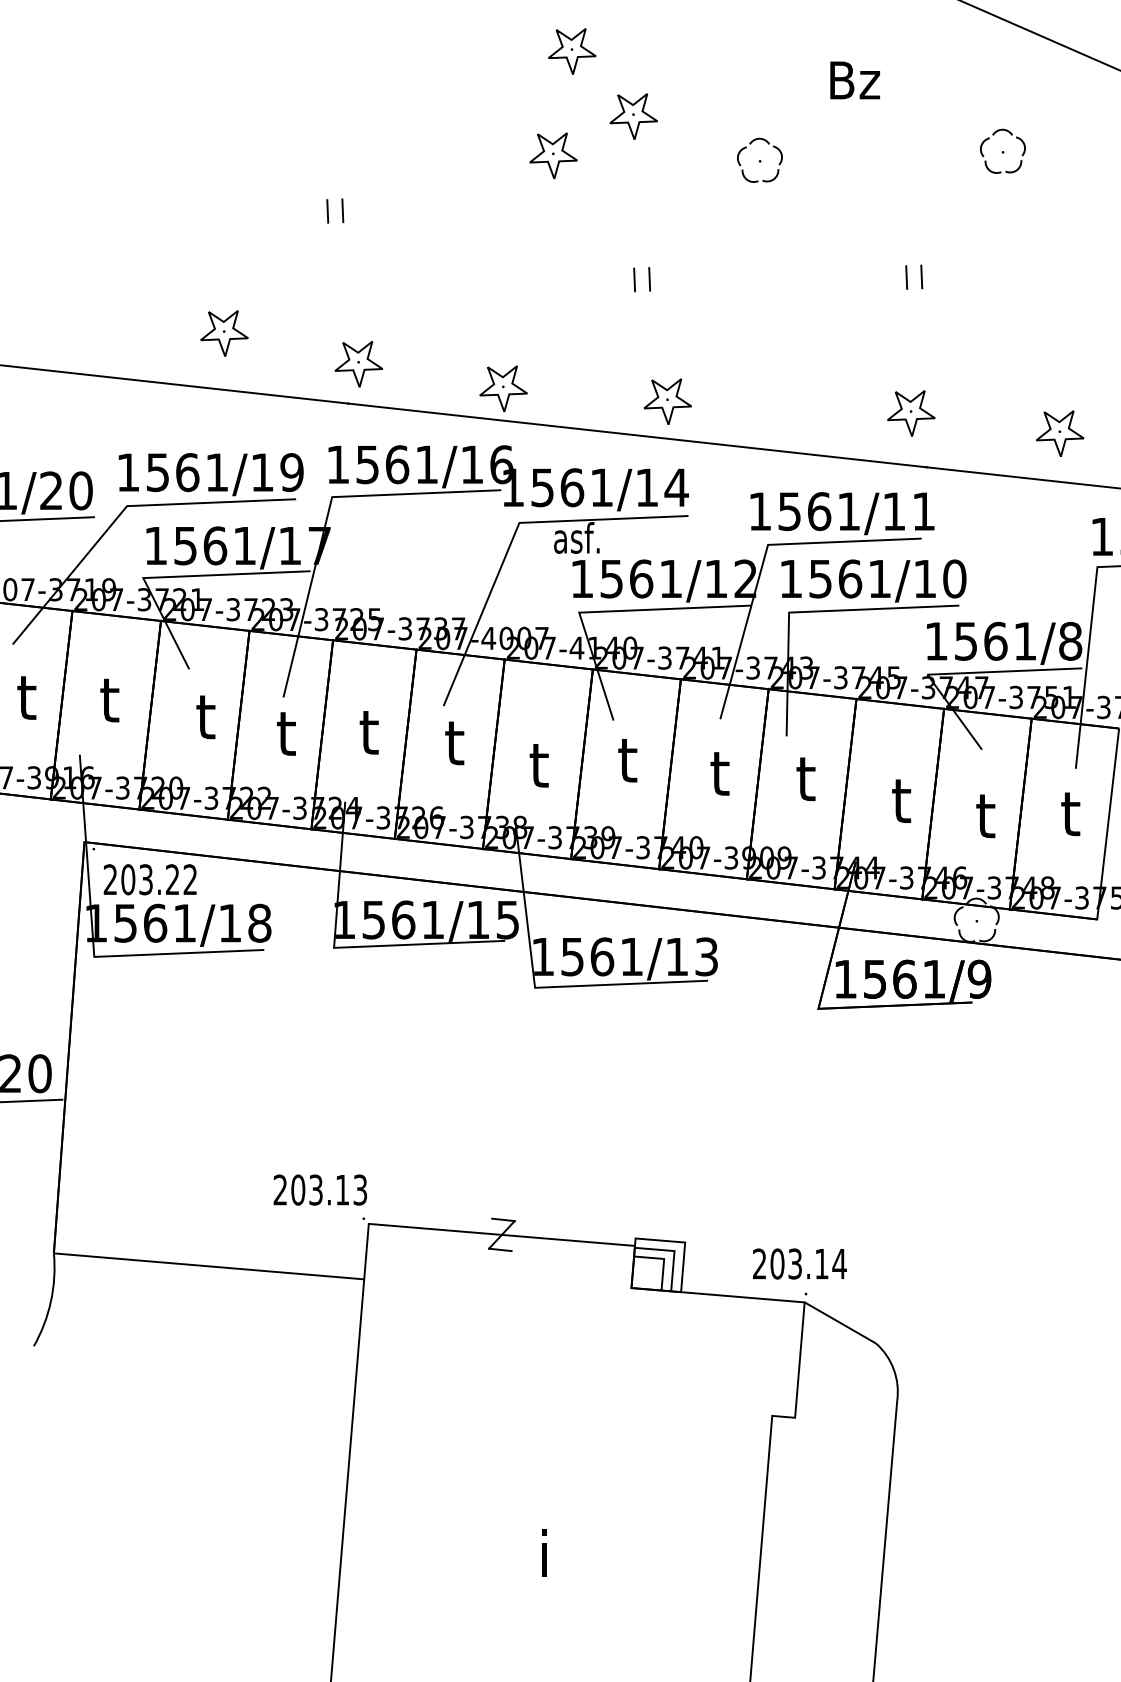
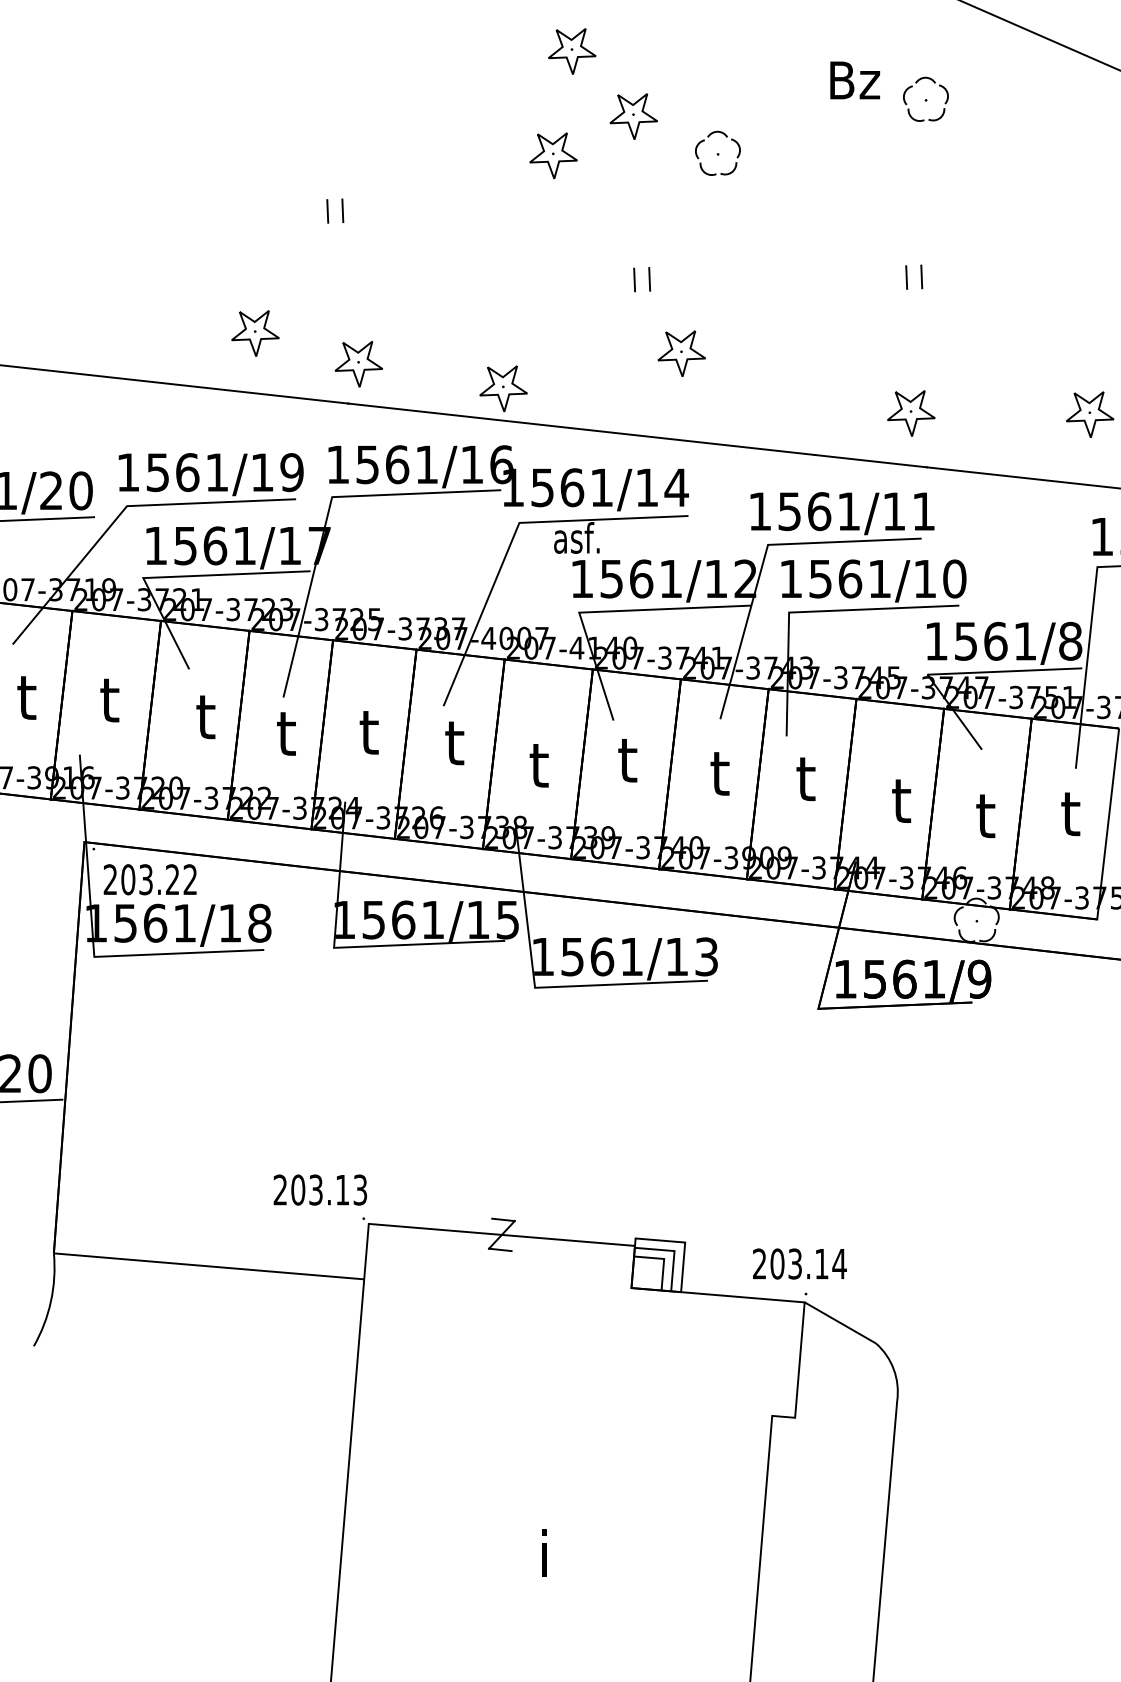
part at (1002, 150) position: (1002, 150) -> (925, 98)
part at (759, 159) position: (759, 159) -> (717, 152)
part at (224, 333) position: (224, 333) -> (255, 333)
part at (667, 401) position: (667, 401) -> (681, 353)
part at (1060, 433) position: (1060, 433) -> (1090, 414)
